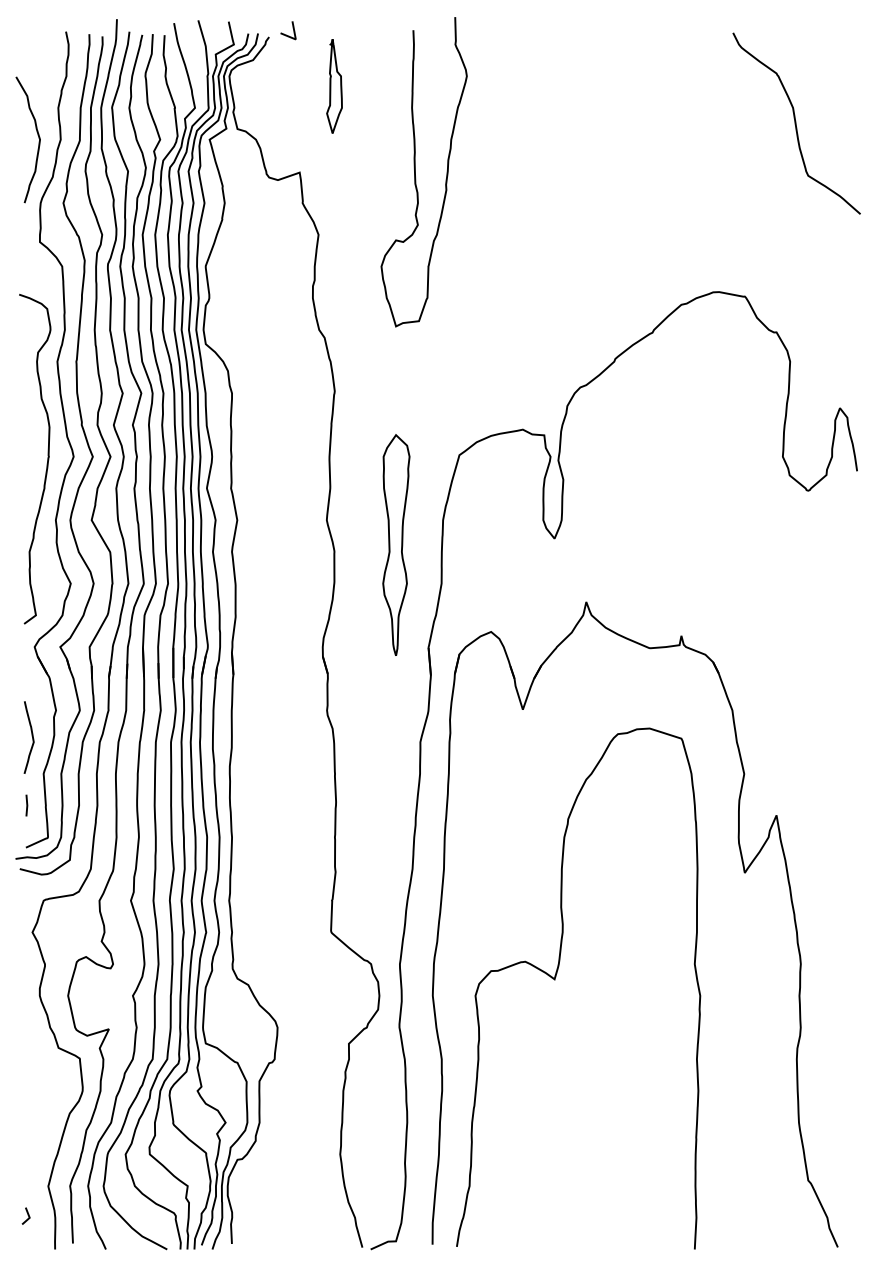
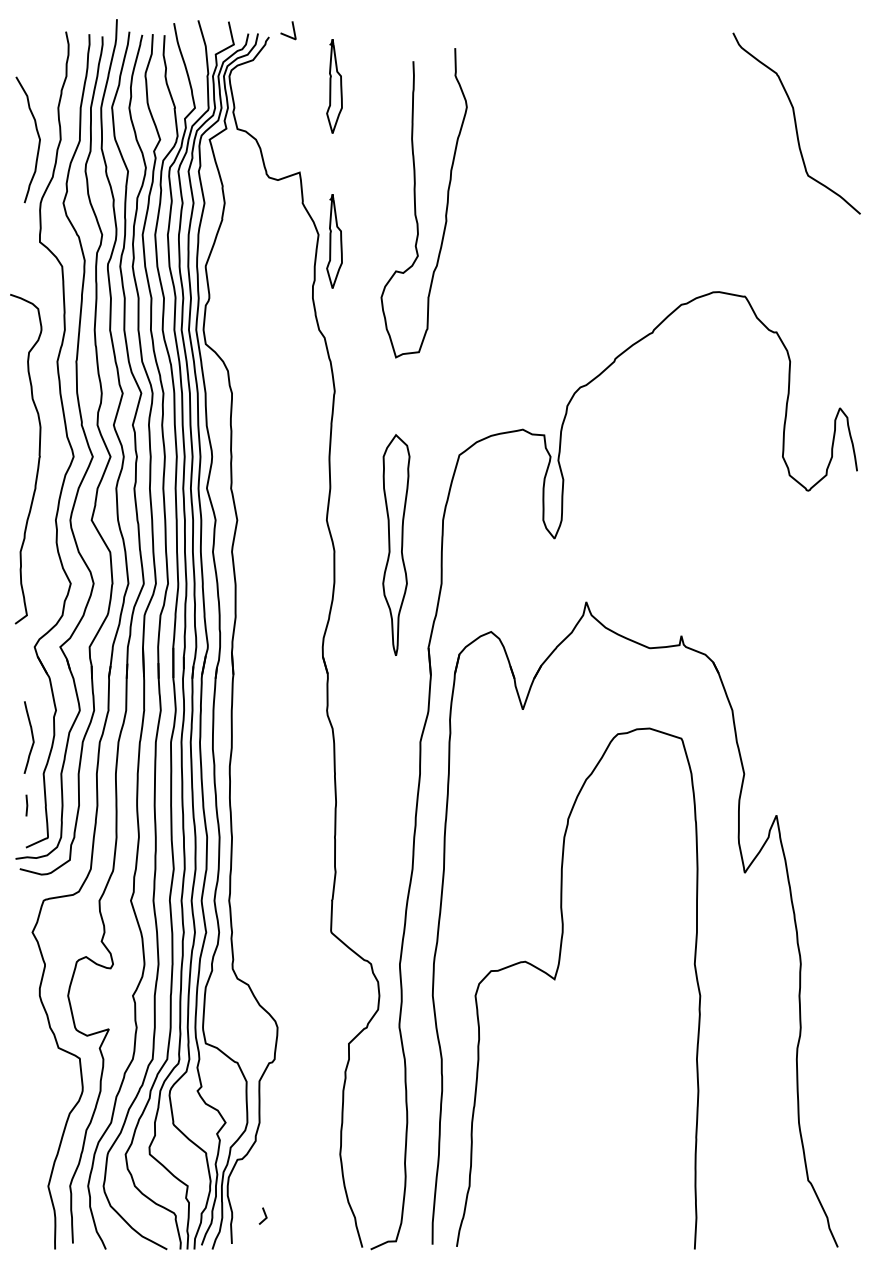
curve at (415, 172) position: (415, 172) -> (415, 203)
part at (334, 241): none -> present
curve at (47, 458) position: (47, 458) -> (38, 458)
line at (27, 1215) position: (27, 1215) -> (264, 1215)
